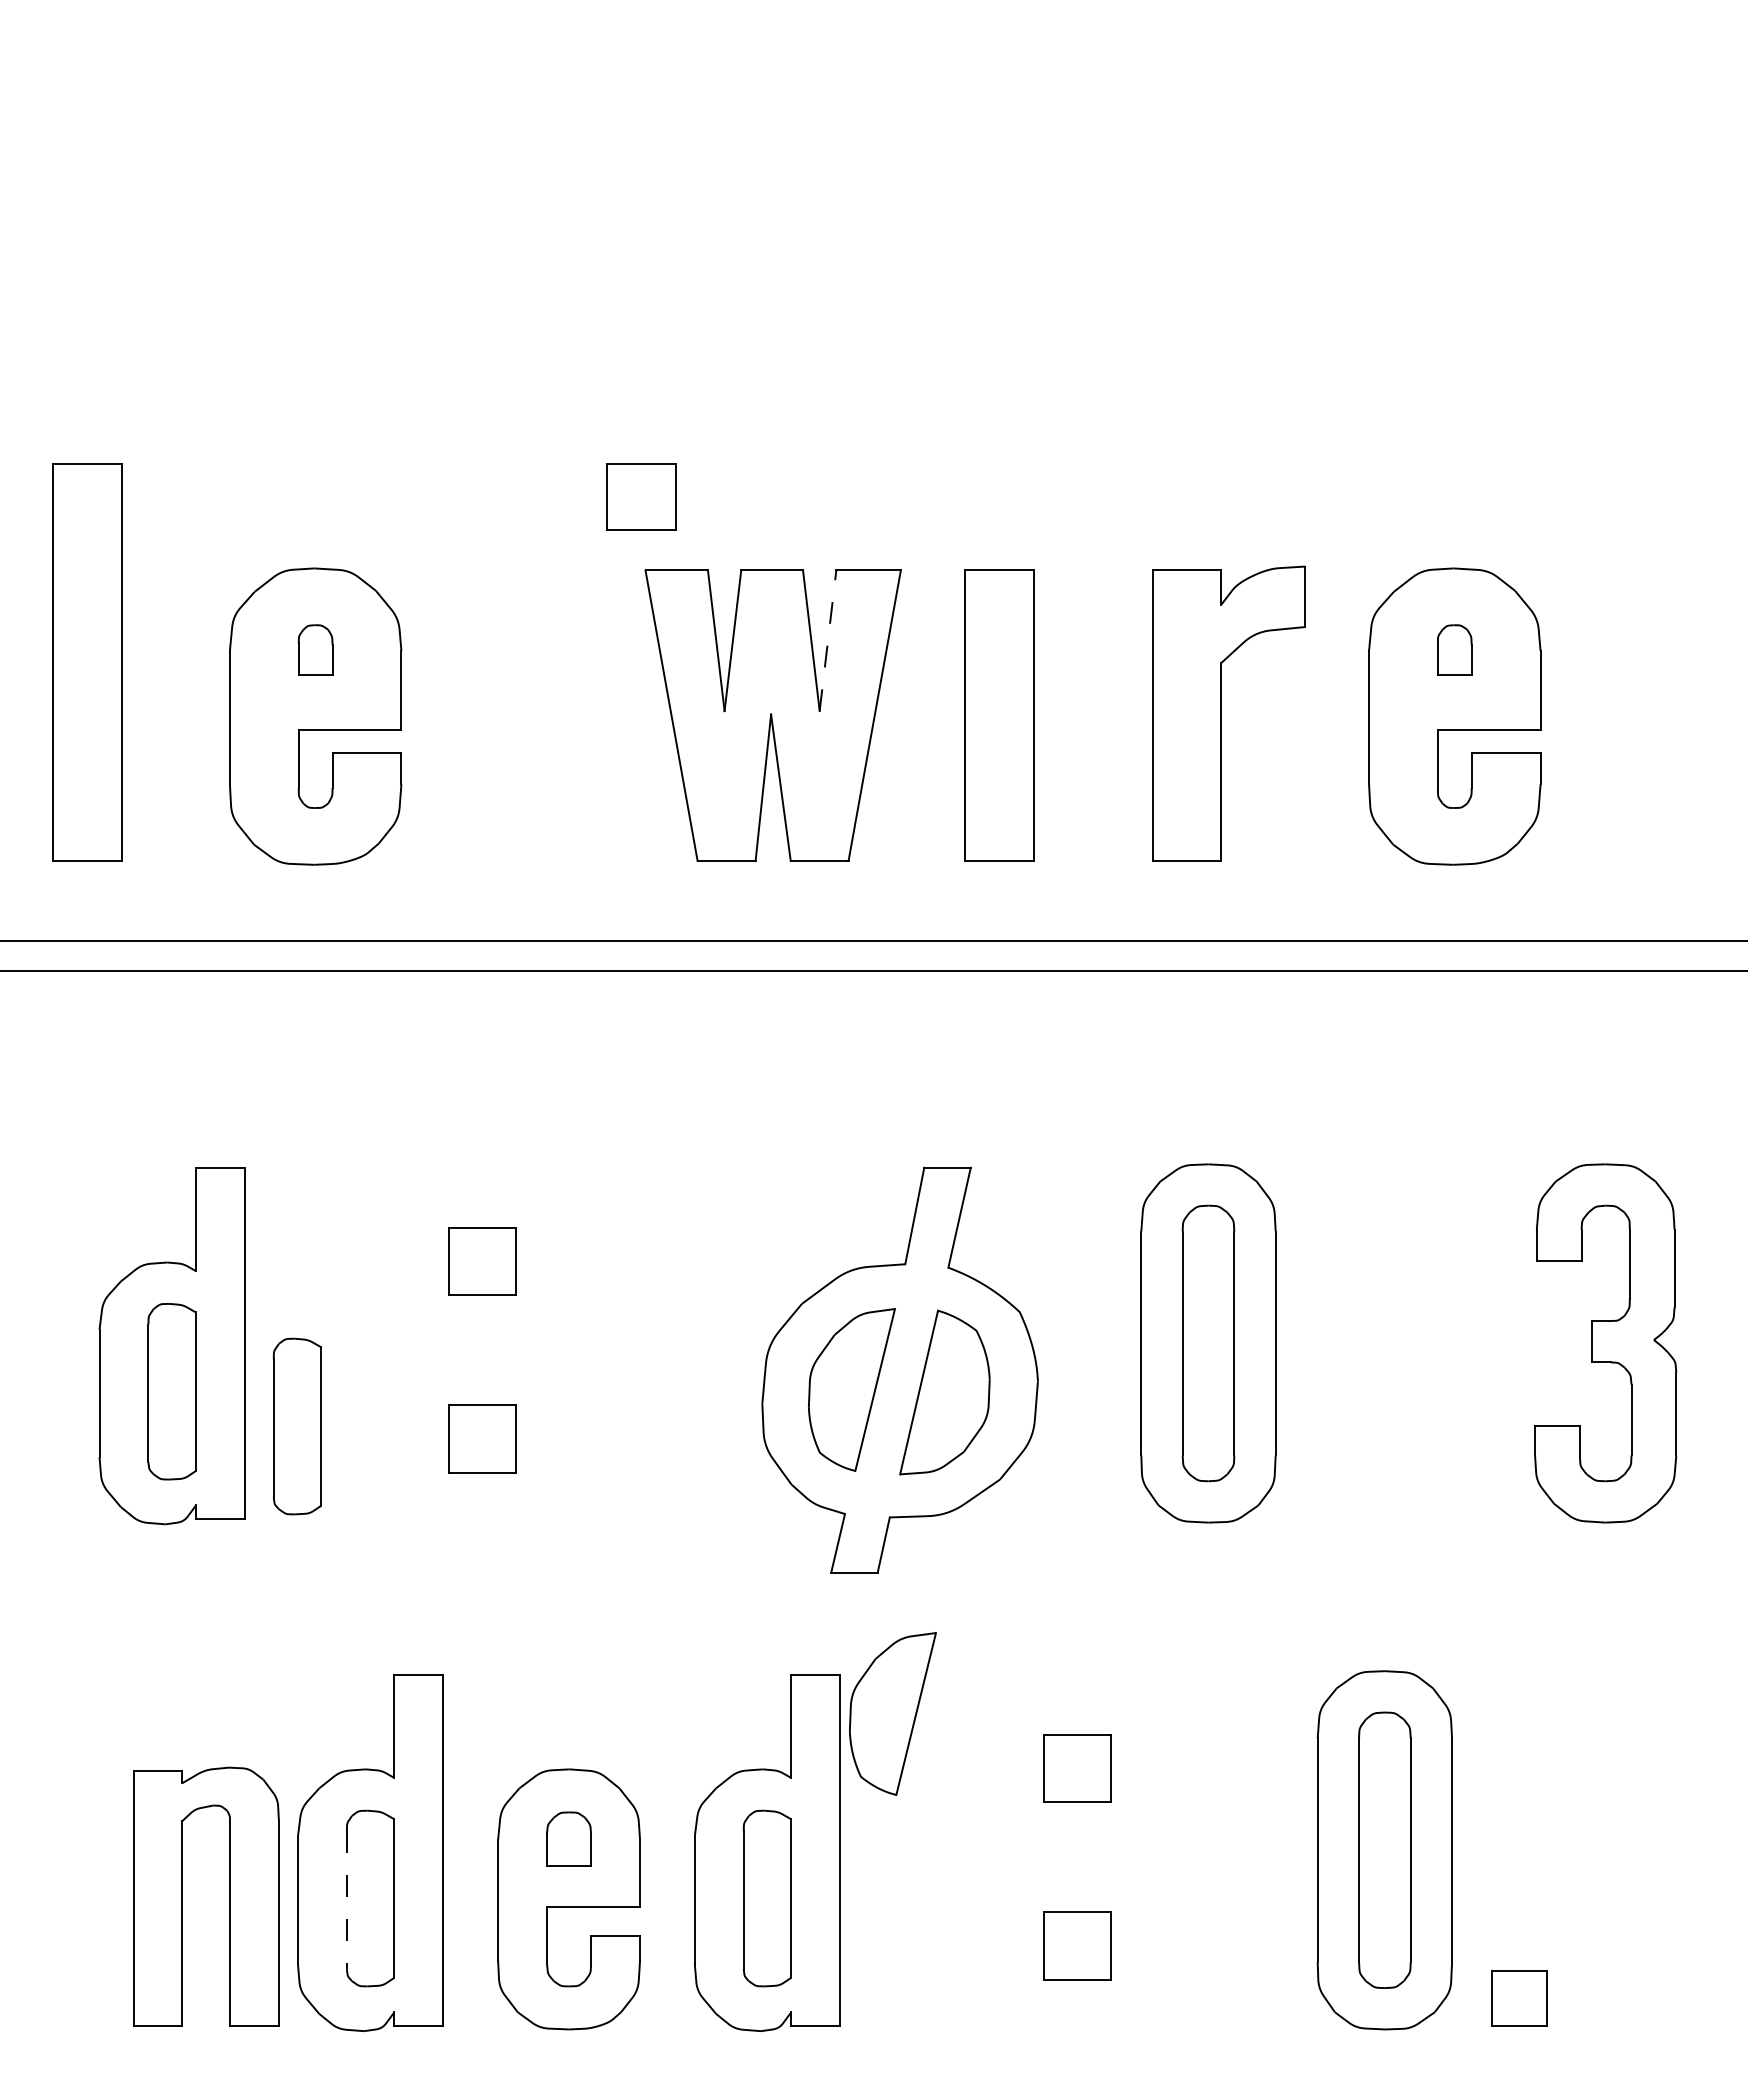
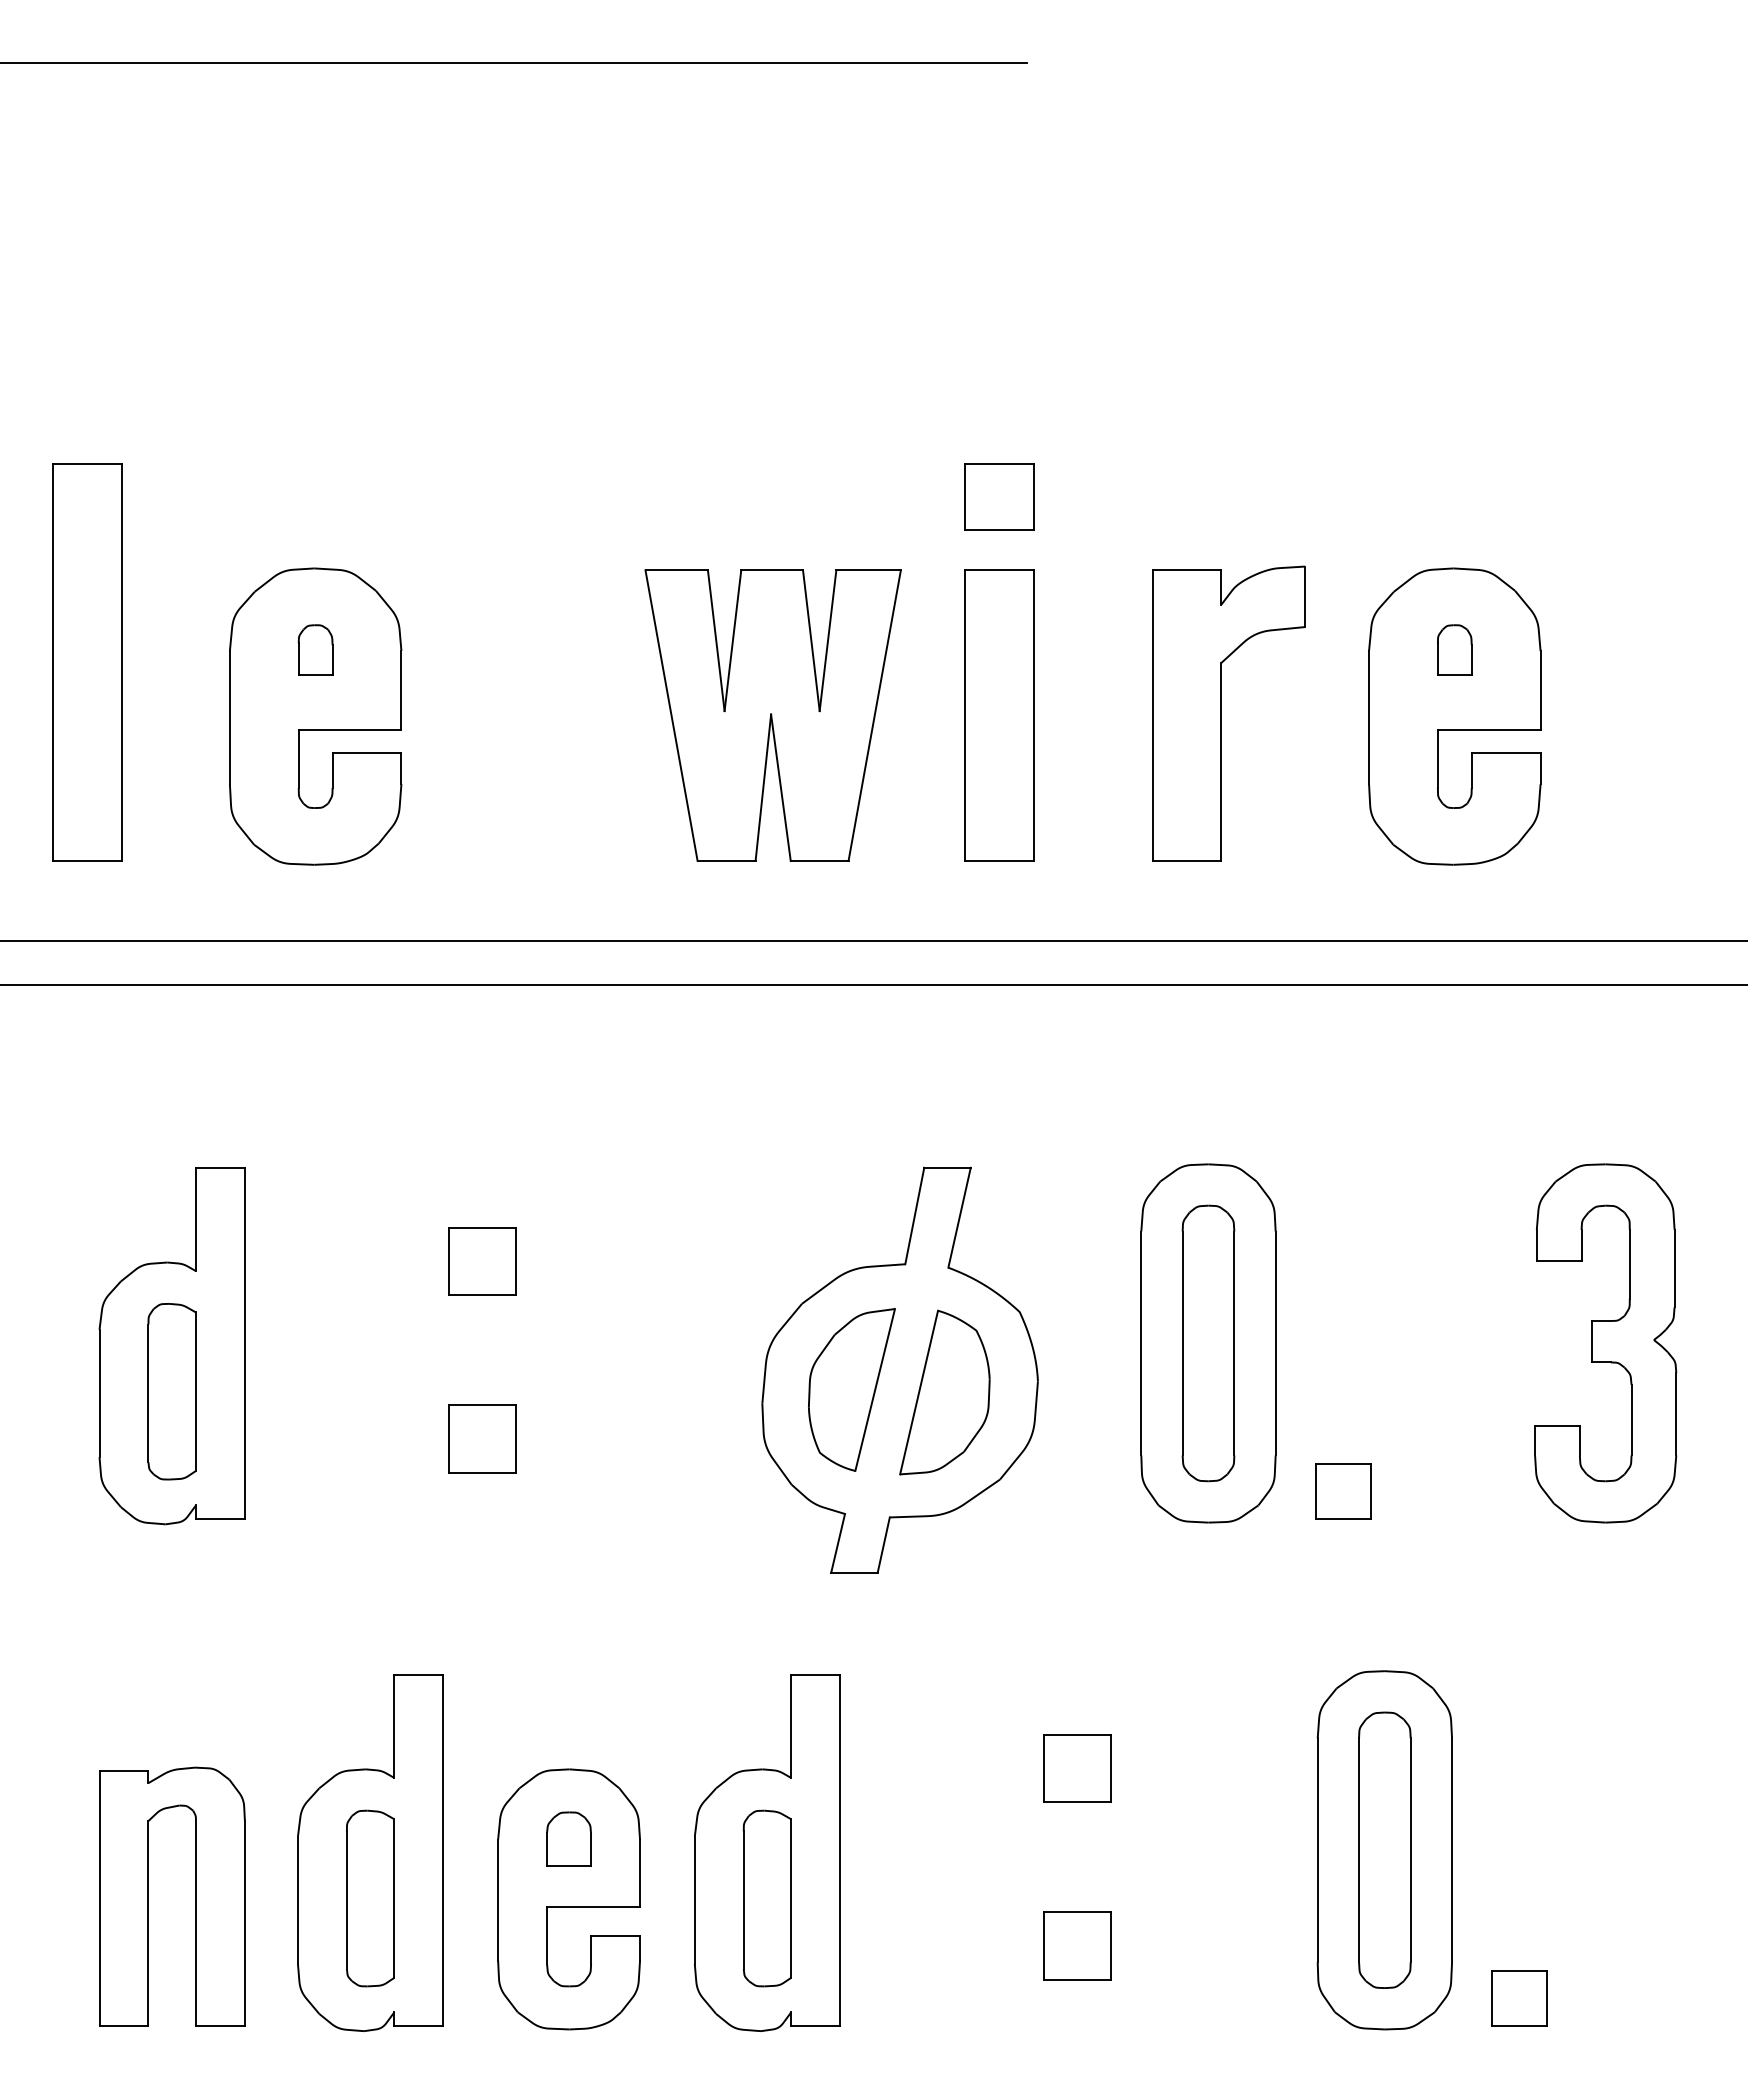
line at (514, 62): none -> present
part at (641, 496) position: (641, 496) -> (999, 496)
line at (828, 640): dashed -> solid
line at (873, 971) position: (873, 971) -> (873, 985)
part at (296, 1426): present -> none
part at (1343, 1491): none -> present
part at (892, 1713): present -> none
part at (229, 1896) position: (229, 1896) -> (195, 1896)
line at (346, 1900): dashed -> solid
